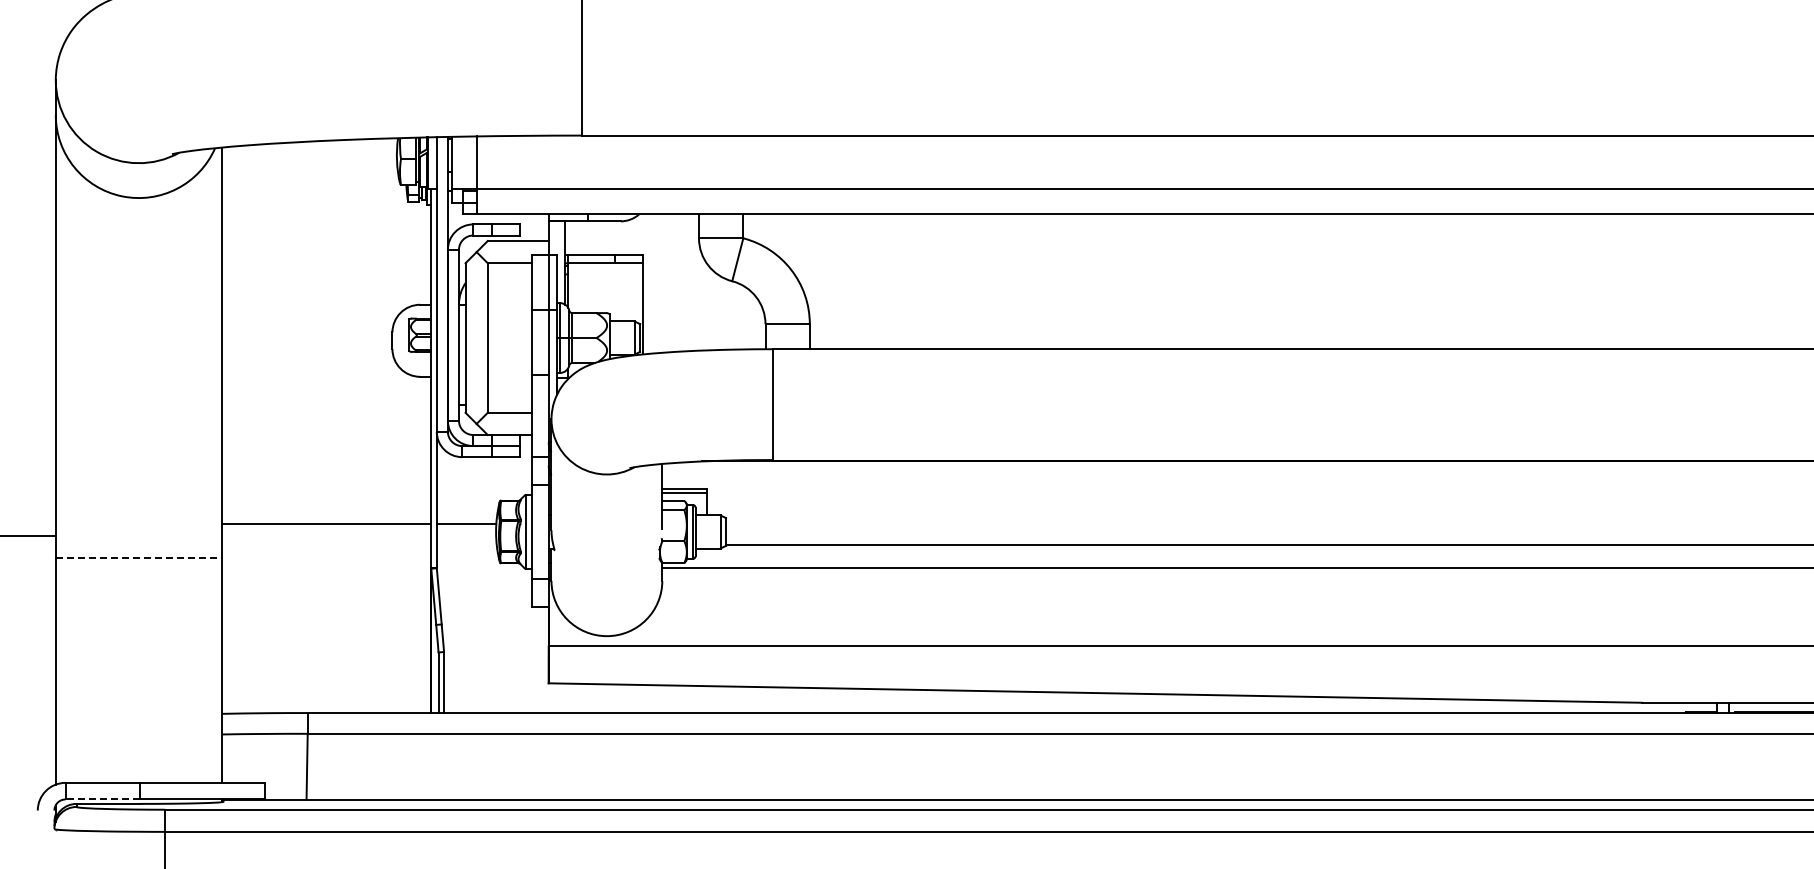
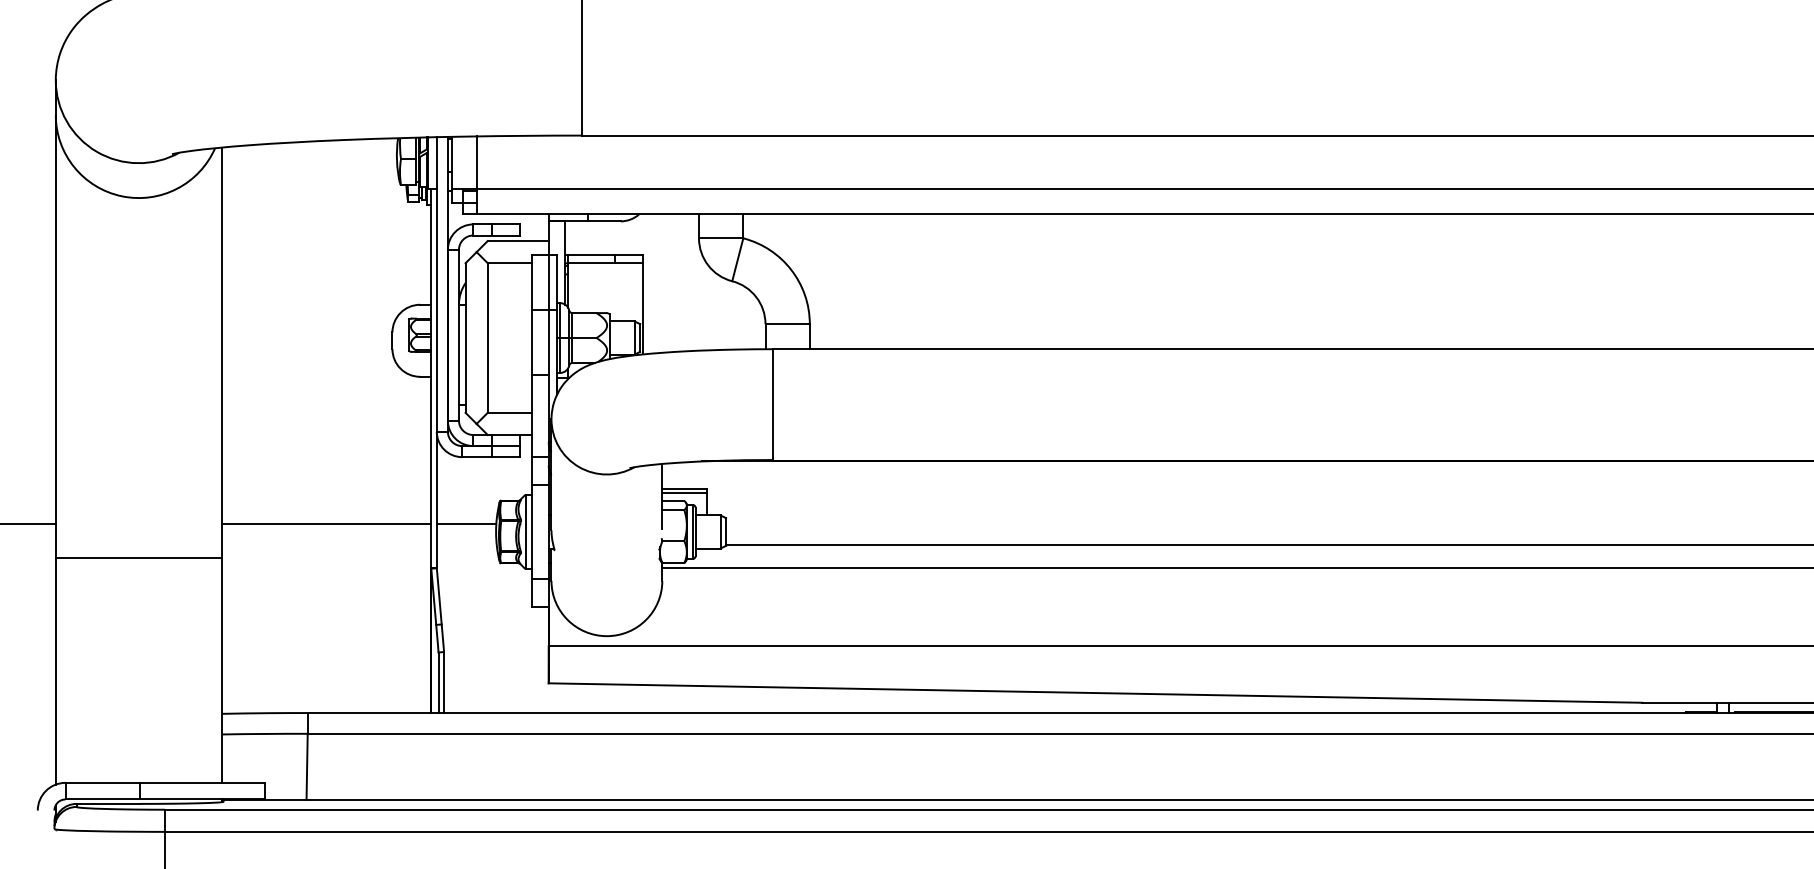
line at (28, 535) position: (28, 535) -> (28, 523)
line at (139, 557): dashed -> solid
line at (102, 799): dashed -> solid
